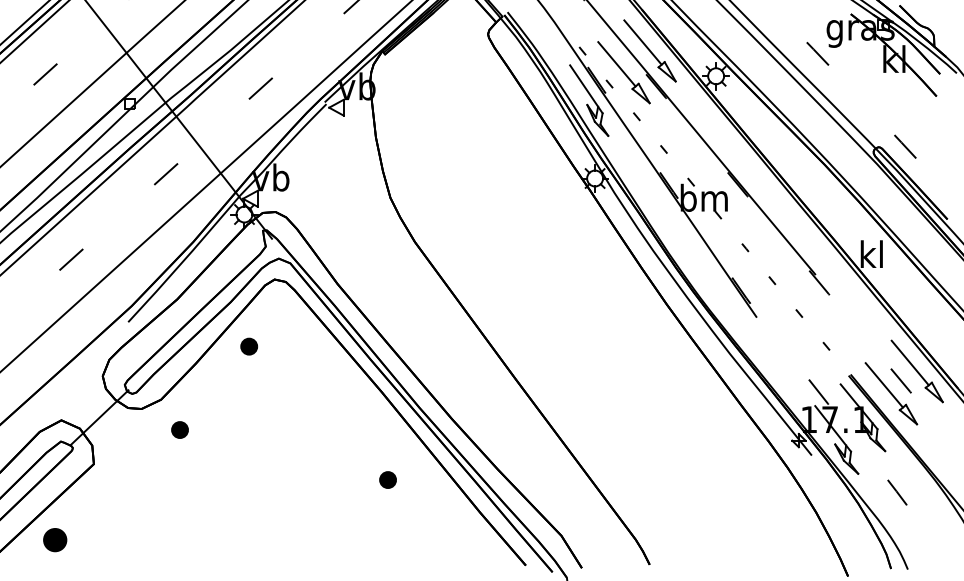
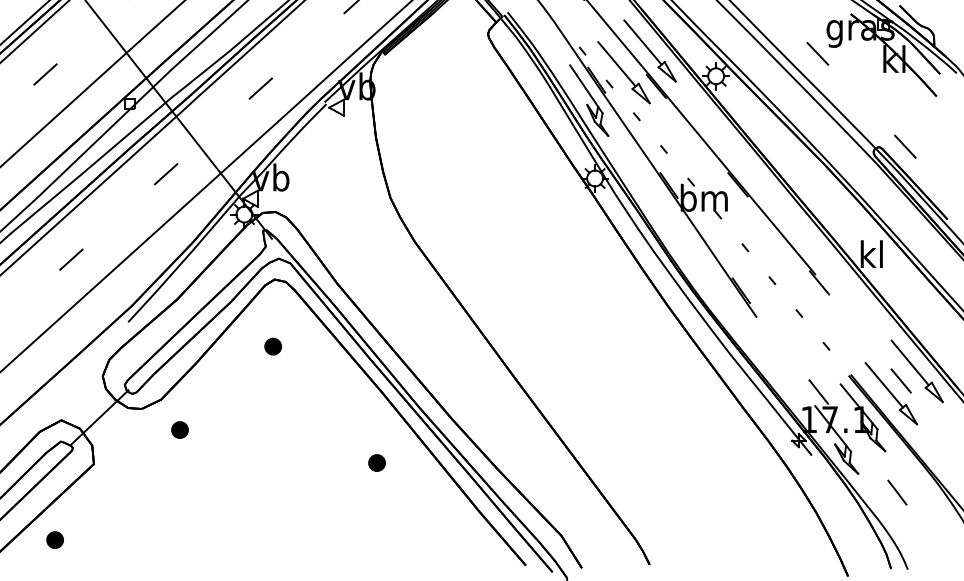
part at (249, 346) position: (249, 346) -> (273, 346)
part at (387, 479) position: (387, 479) -> (376, 462)
part at (55, 540) size: 25x25 px -> 18x18 px
